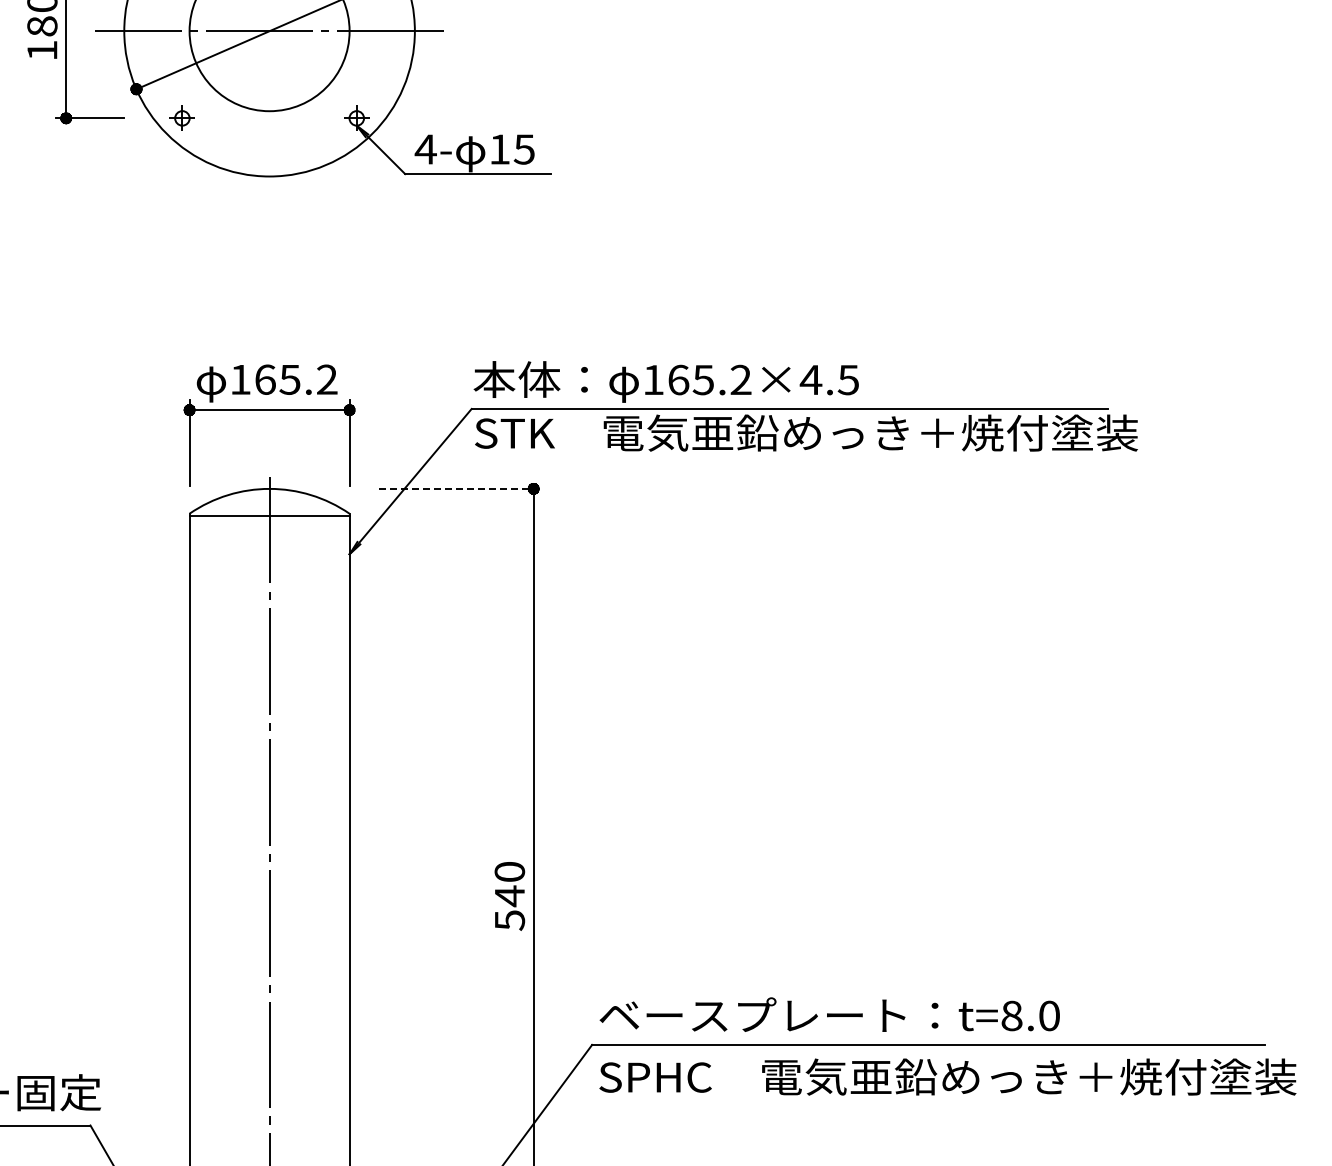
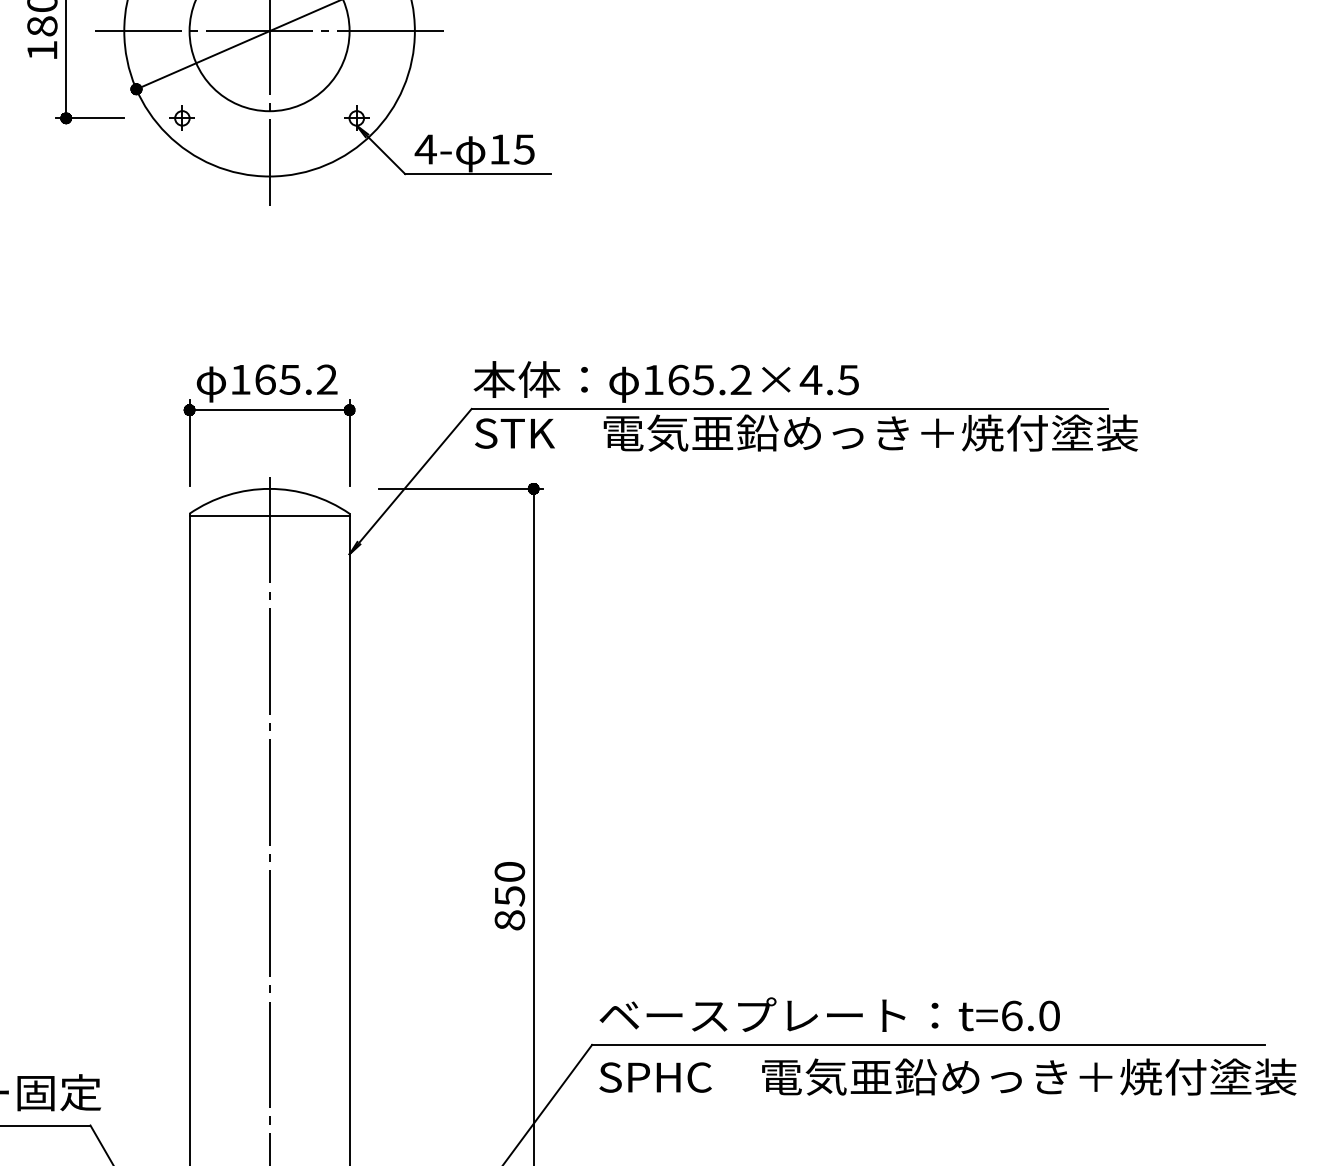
line at (269, 103): none -> present
line at (461, 488): dashed -> solid
text at (509, 907): 540 -> 850
text at (1011, 1015): t=8.0 -> t=6.0
